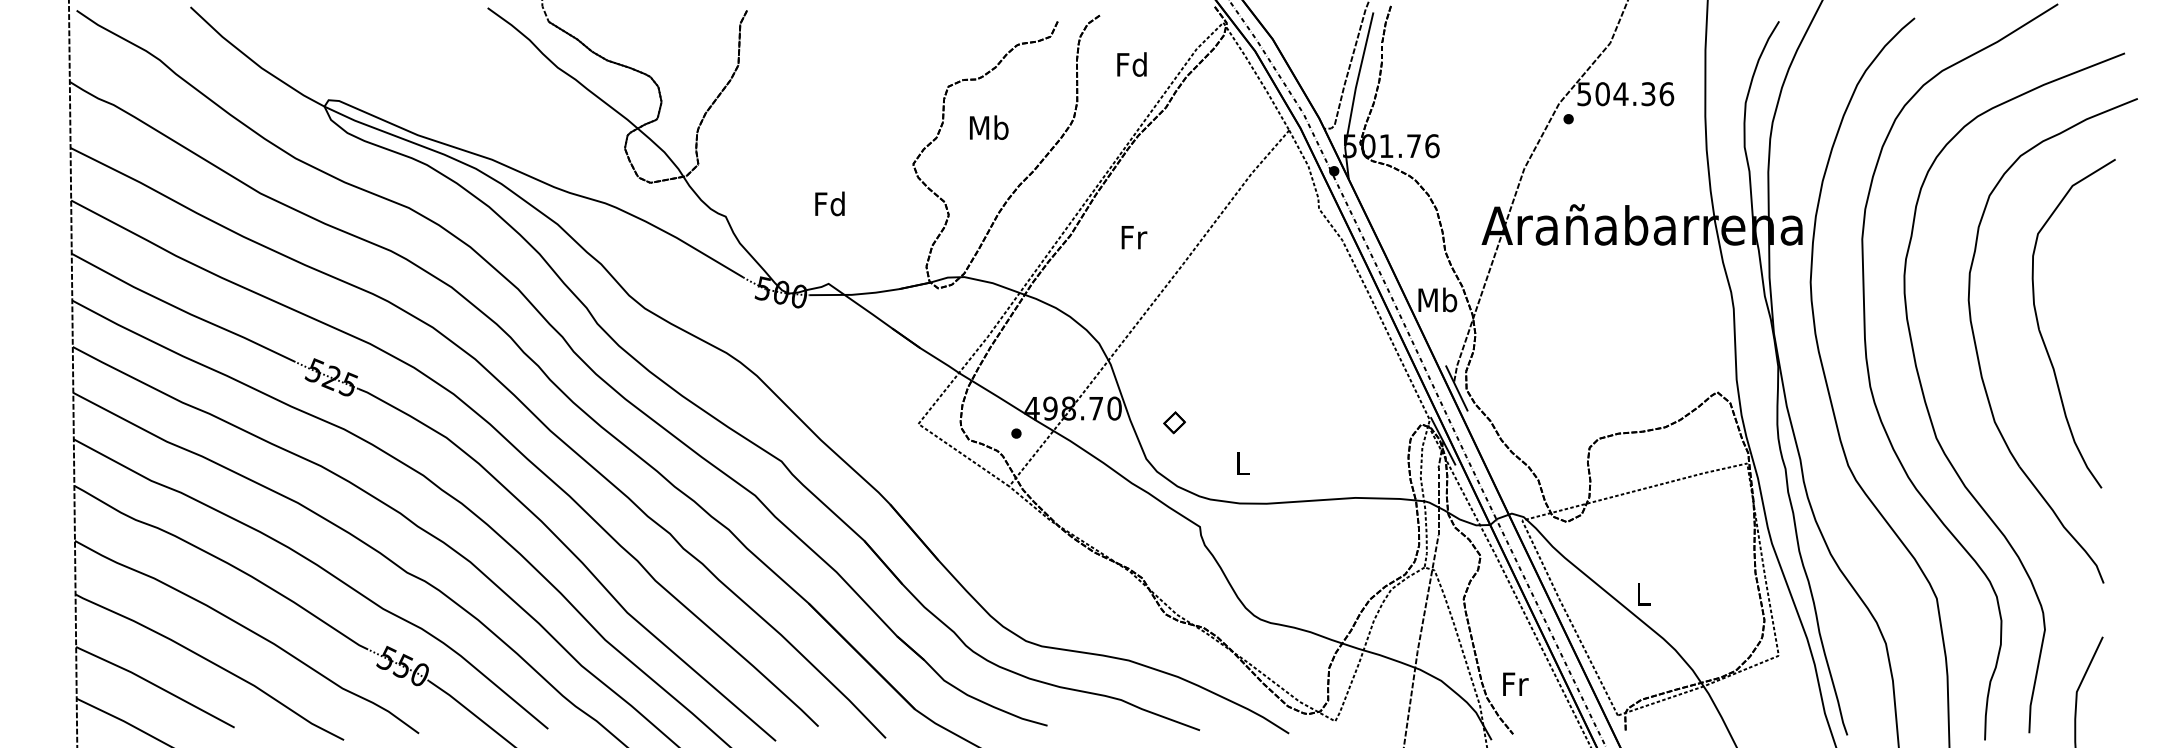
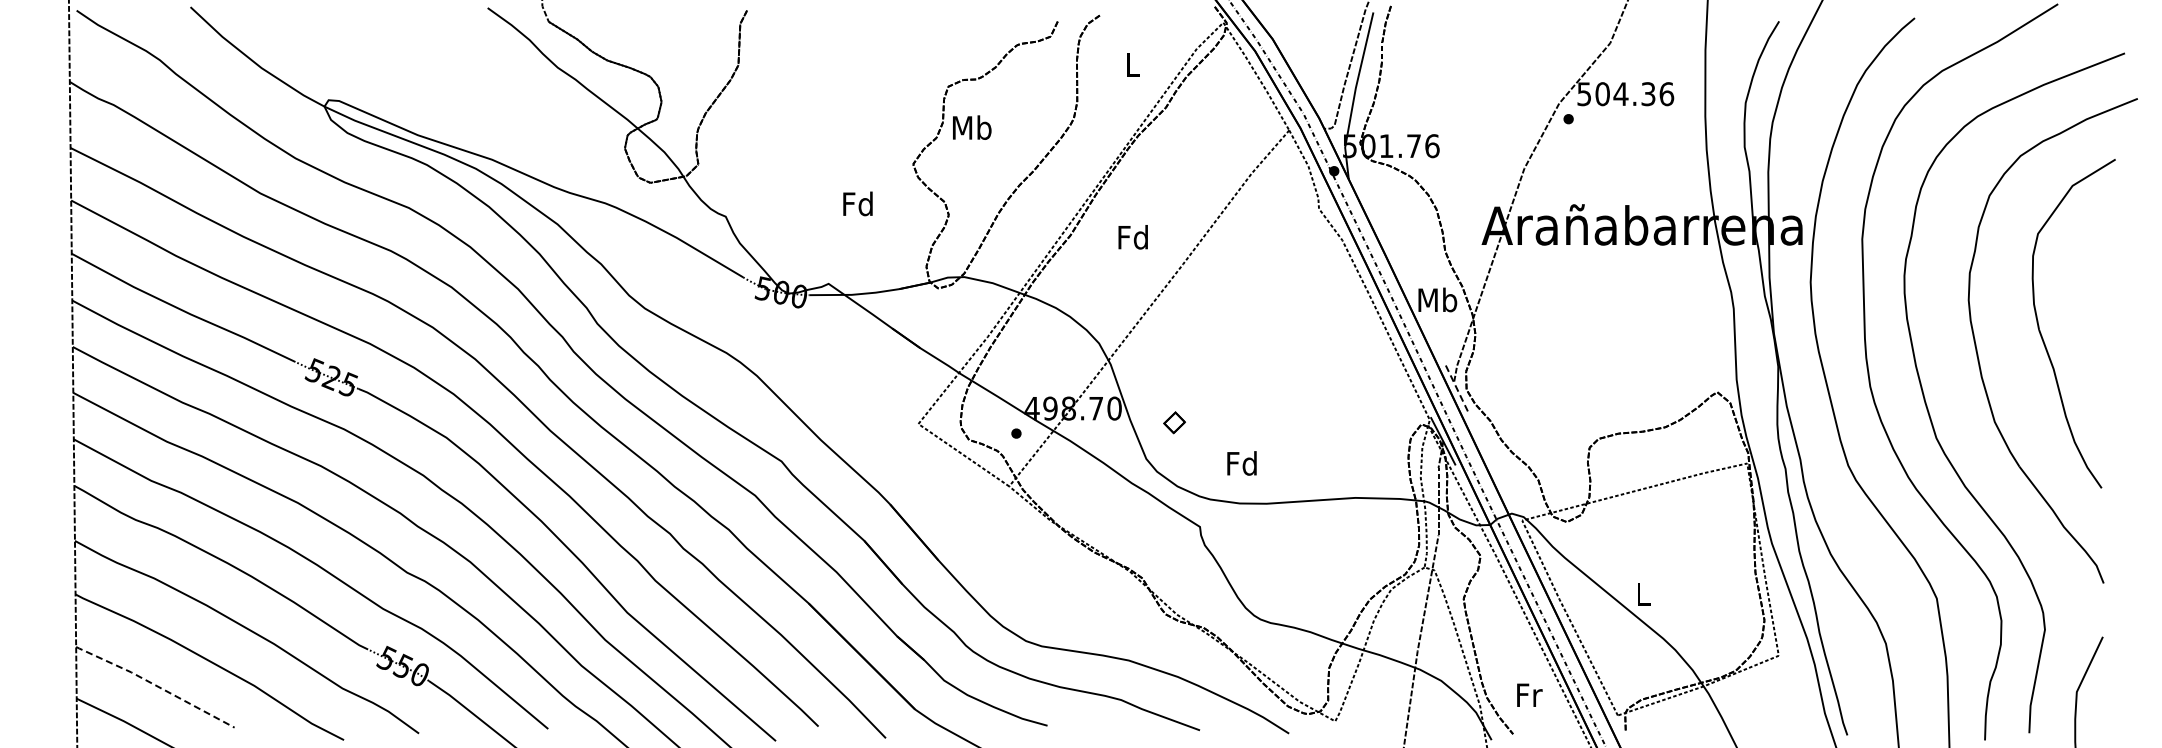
text at (1131, 64): Fd -> L
text at (989, 127) position: (989, 127) -> (972, 127)
text at (829, 203) position: (829, 203) -> (857, 203)
text at (1132, 237): Fr -> Fd
line at (1457, 388): solid -> dashed
text at (1241, 463): L -> Fd
text at (1515, 683) position: (1515, 683) -> (1529, 694)
line at (154, 684): solid -> dashed
